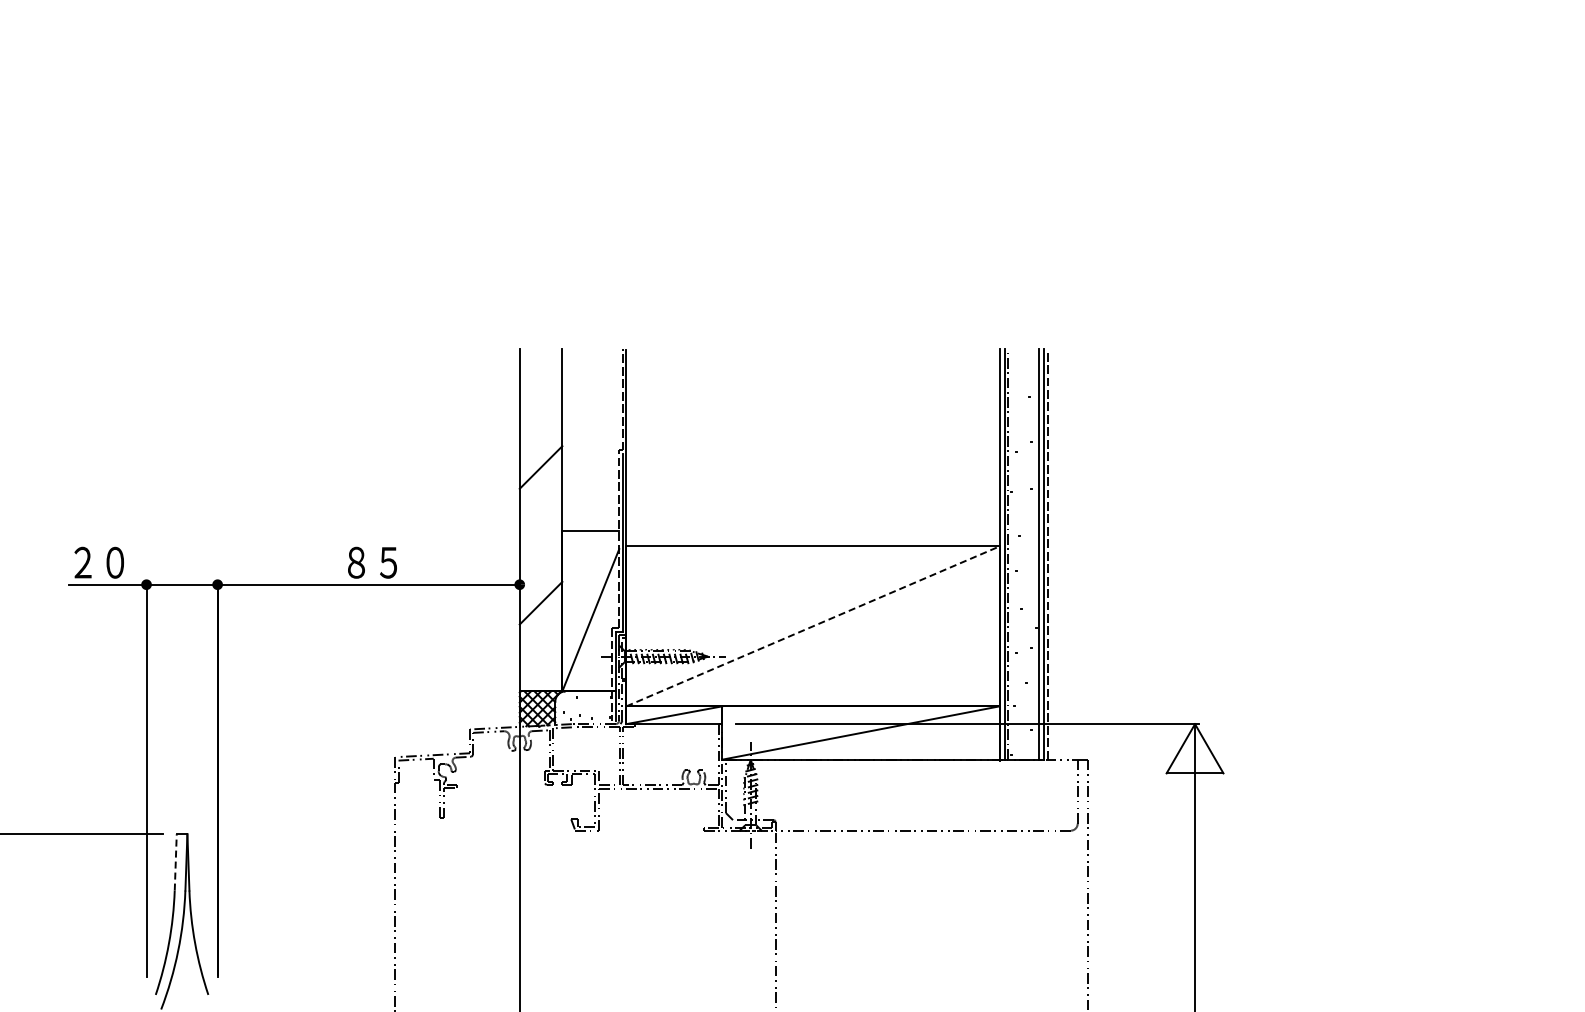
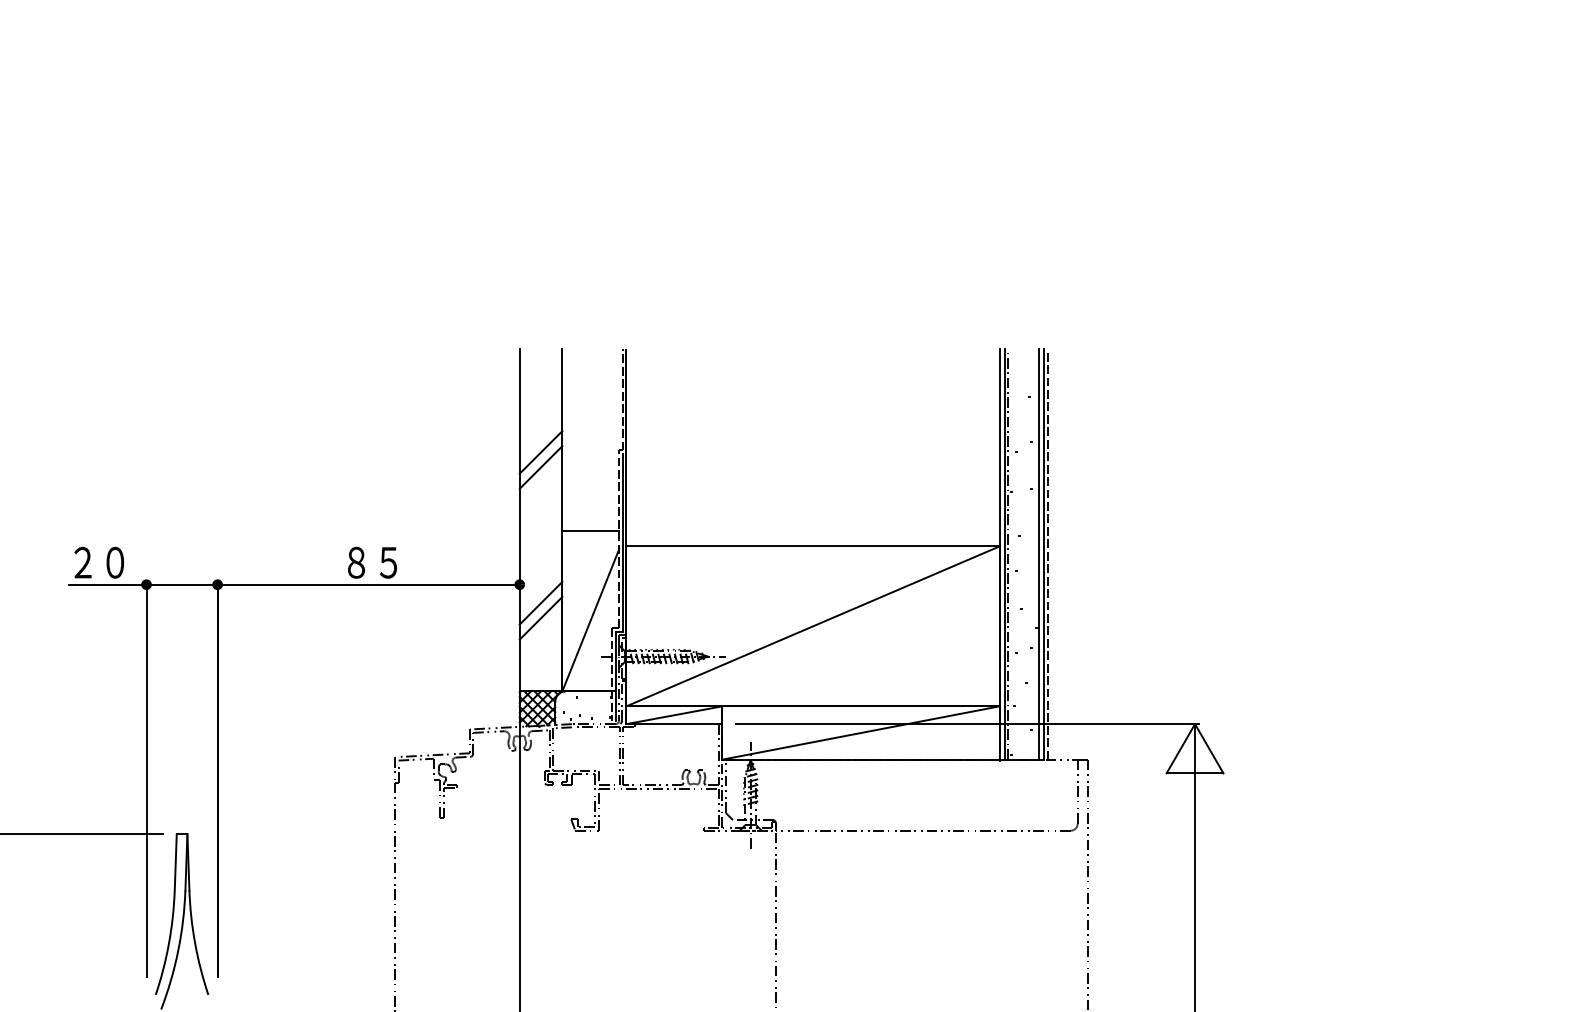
line at (540, 452): none -> present
line at (540, 617): none -> present
line at (813, 626): dashed -> solid
line at (175, 861): dashed -> solid
